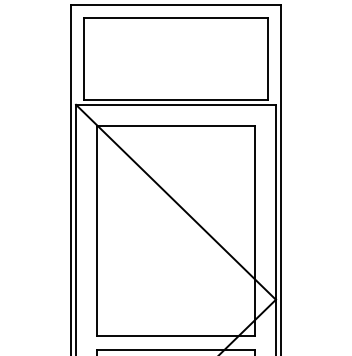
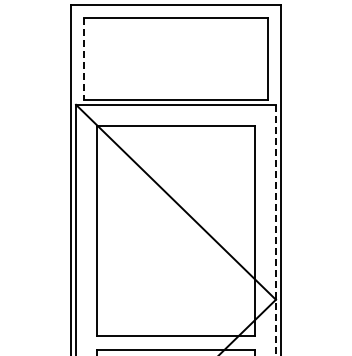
line at (84, 59): solid -> dashed
line at (275, 230): solid -> dashed
